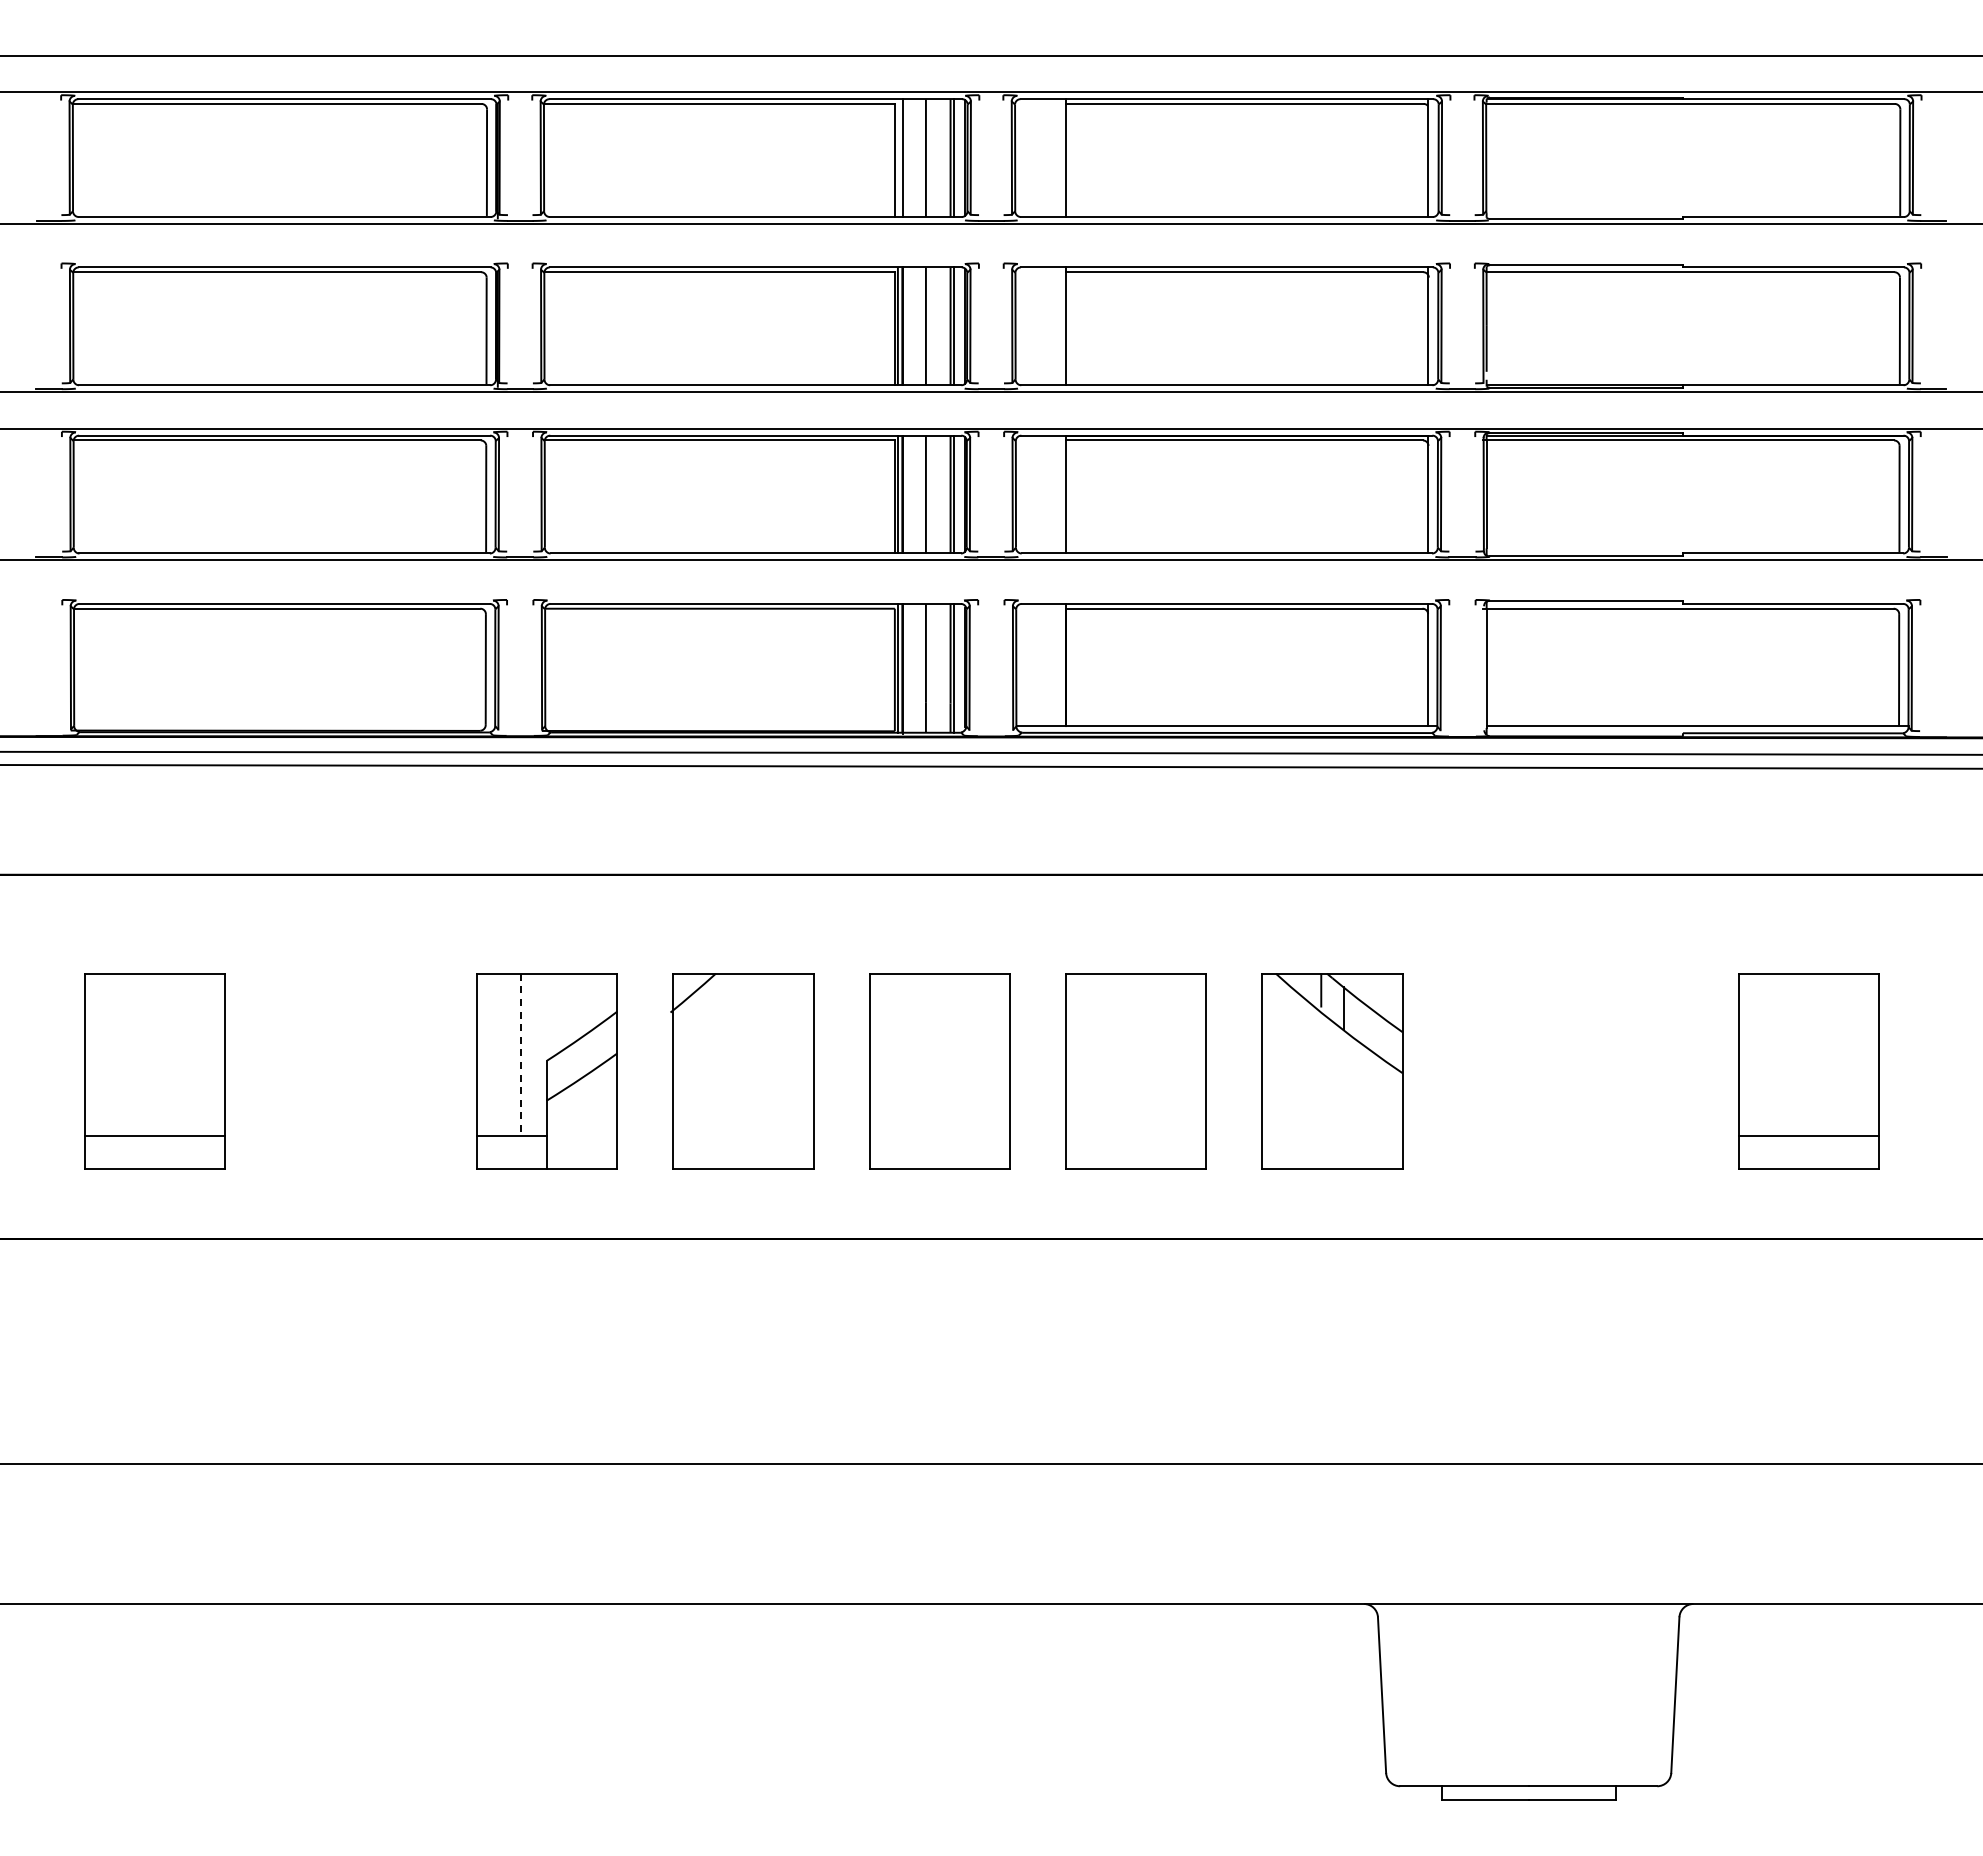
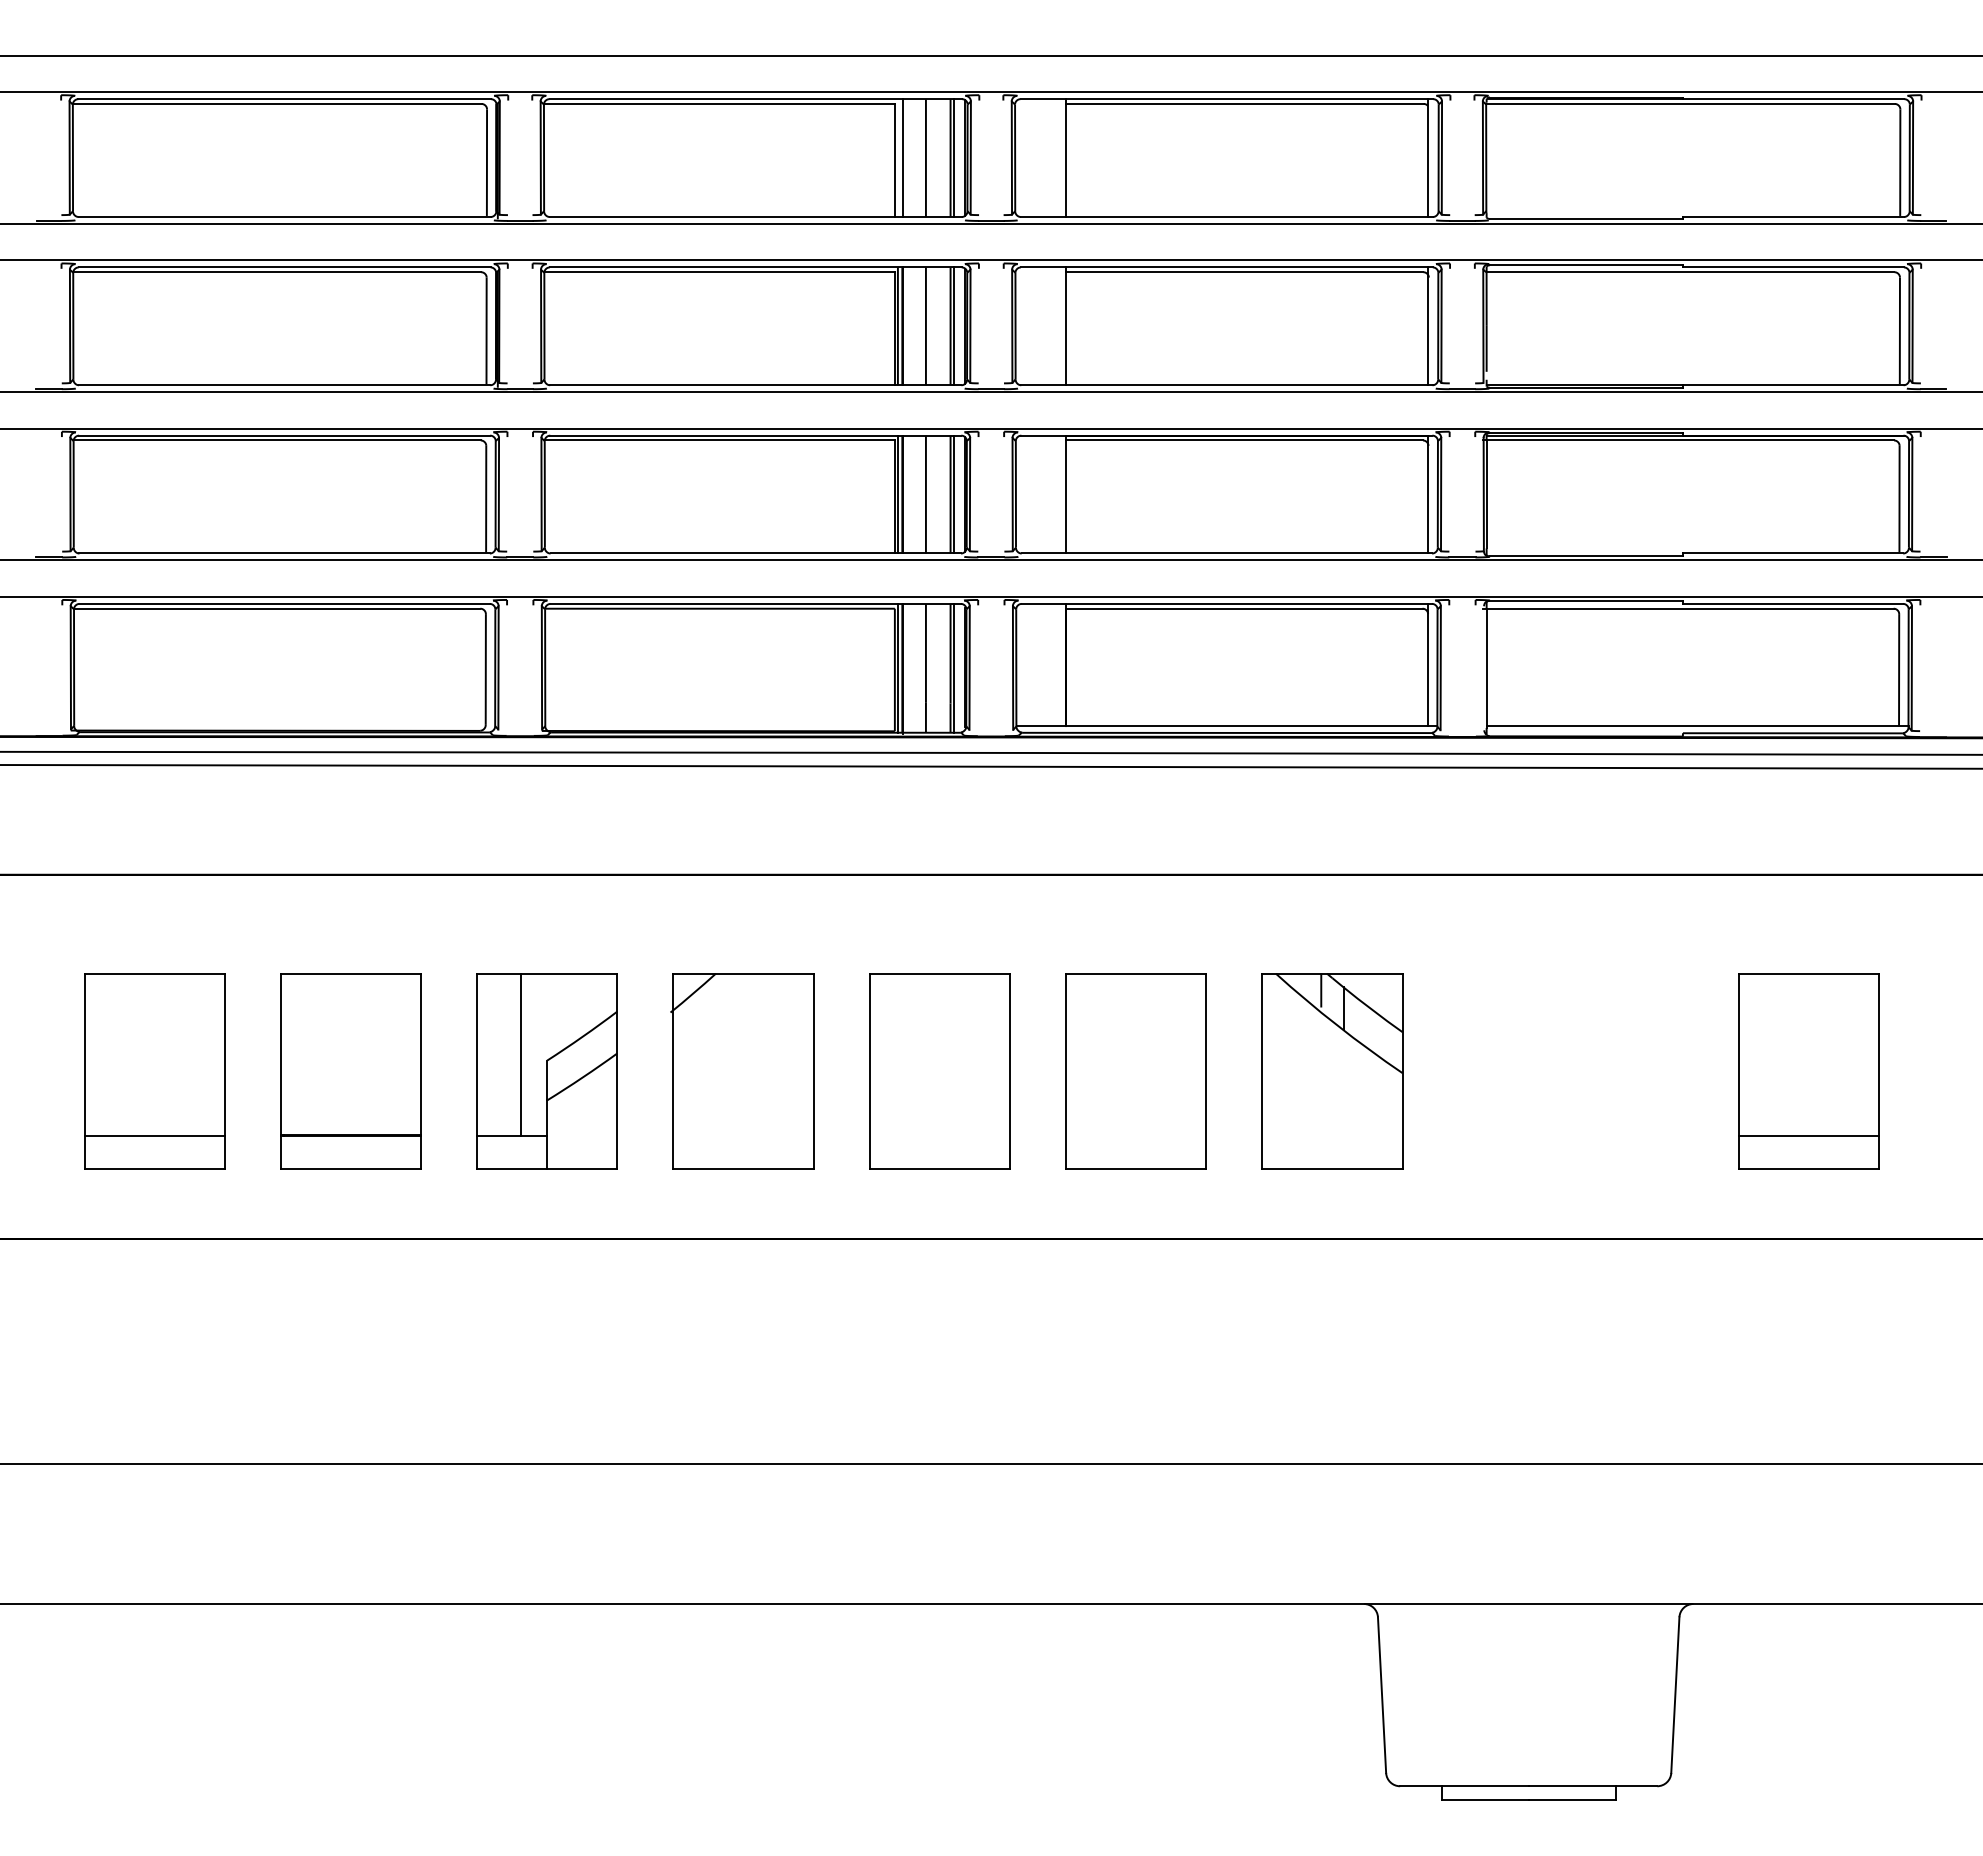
line at (990, 260): none -> present
line at (990, 596): none -> present
line at (521, 1054): dashed -> solid
part at (350, 1071): none -> present
